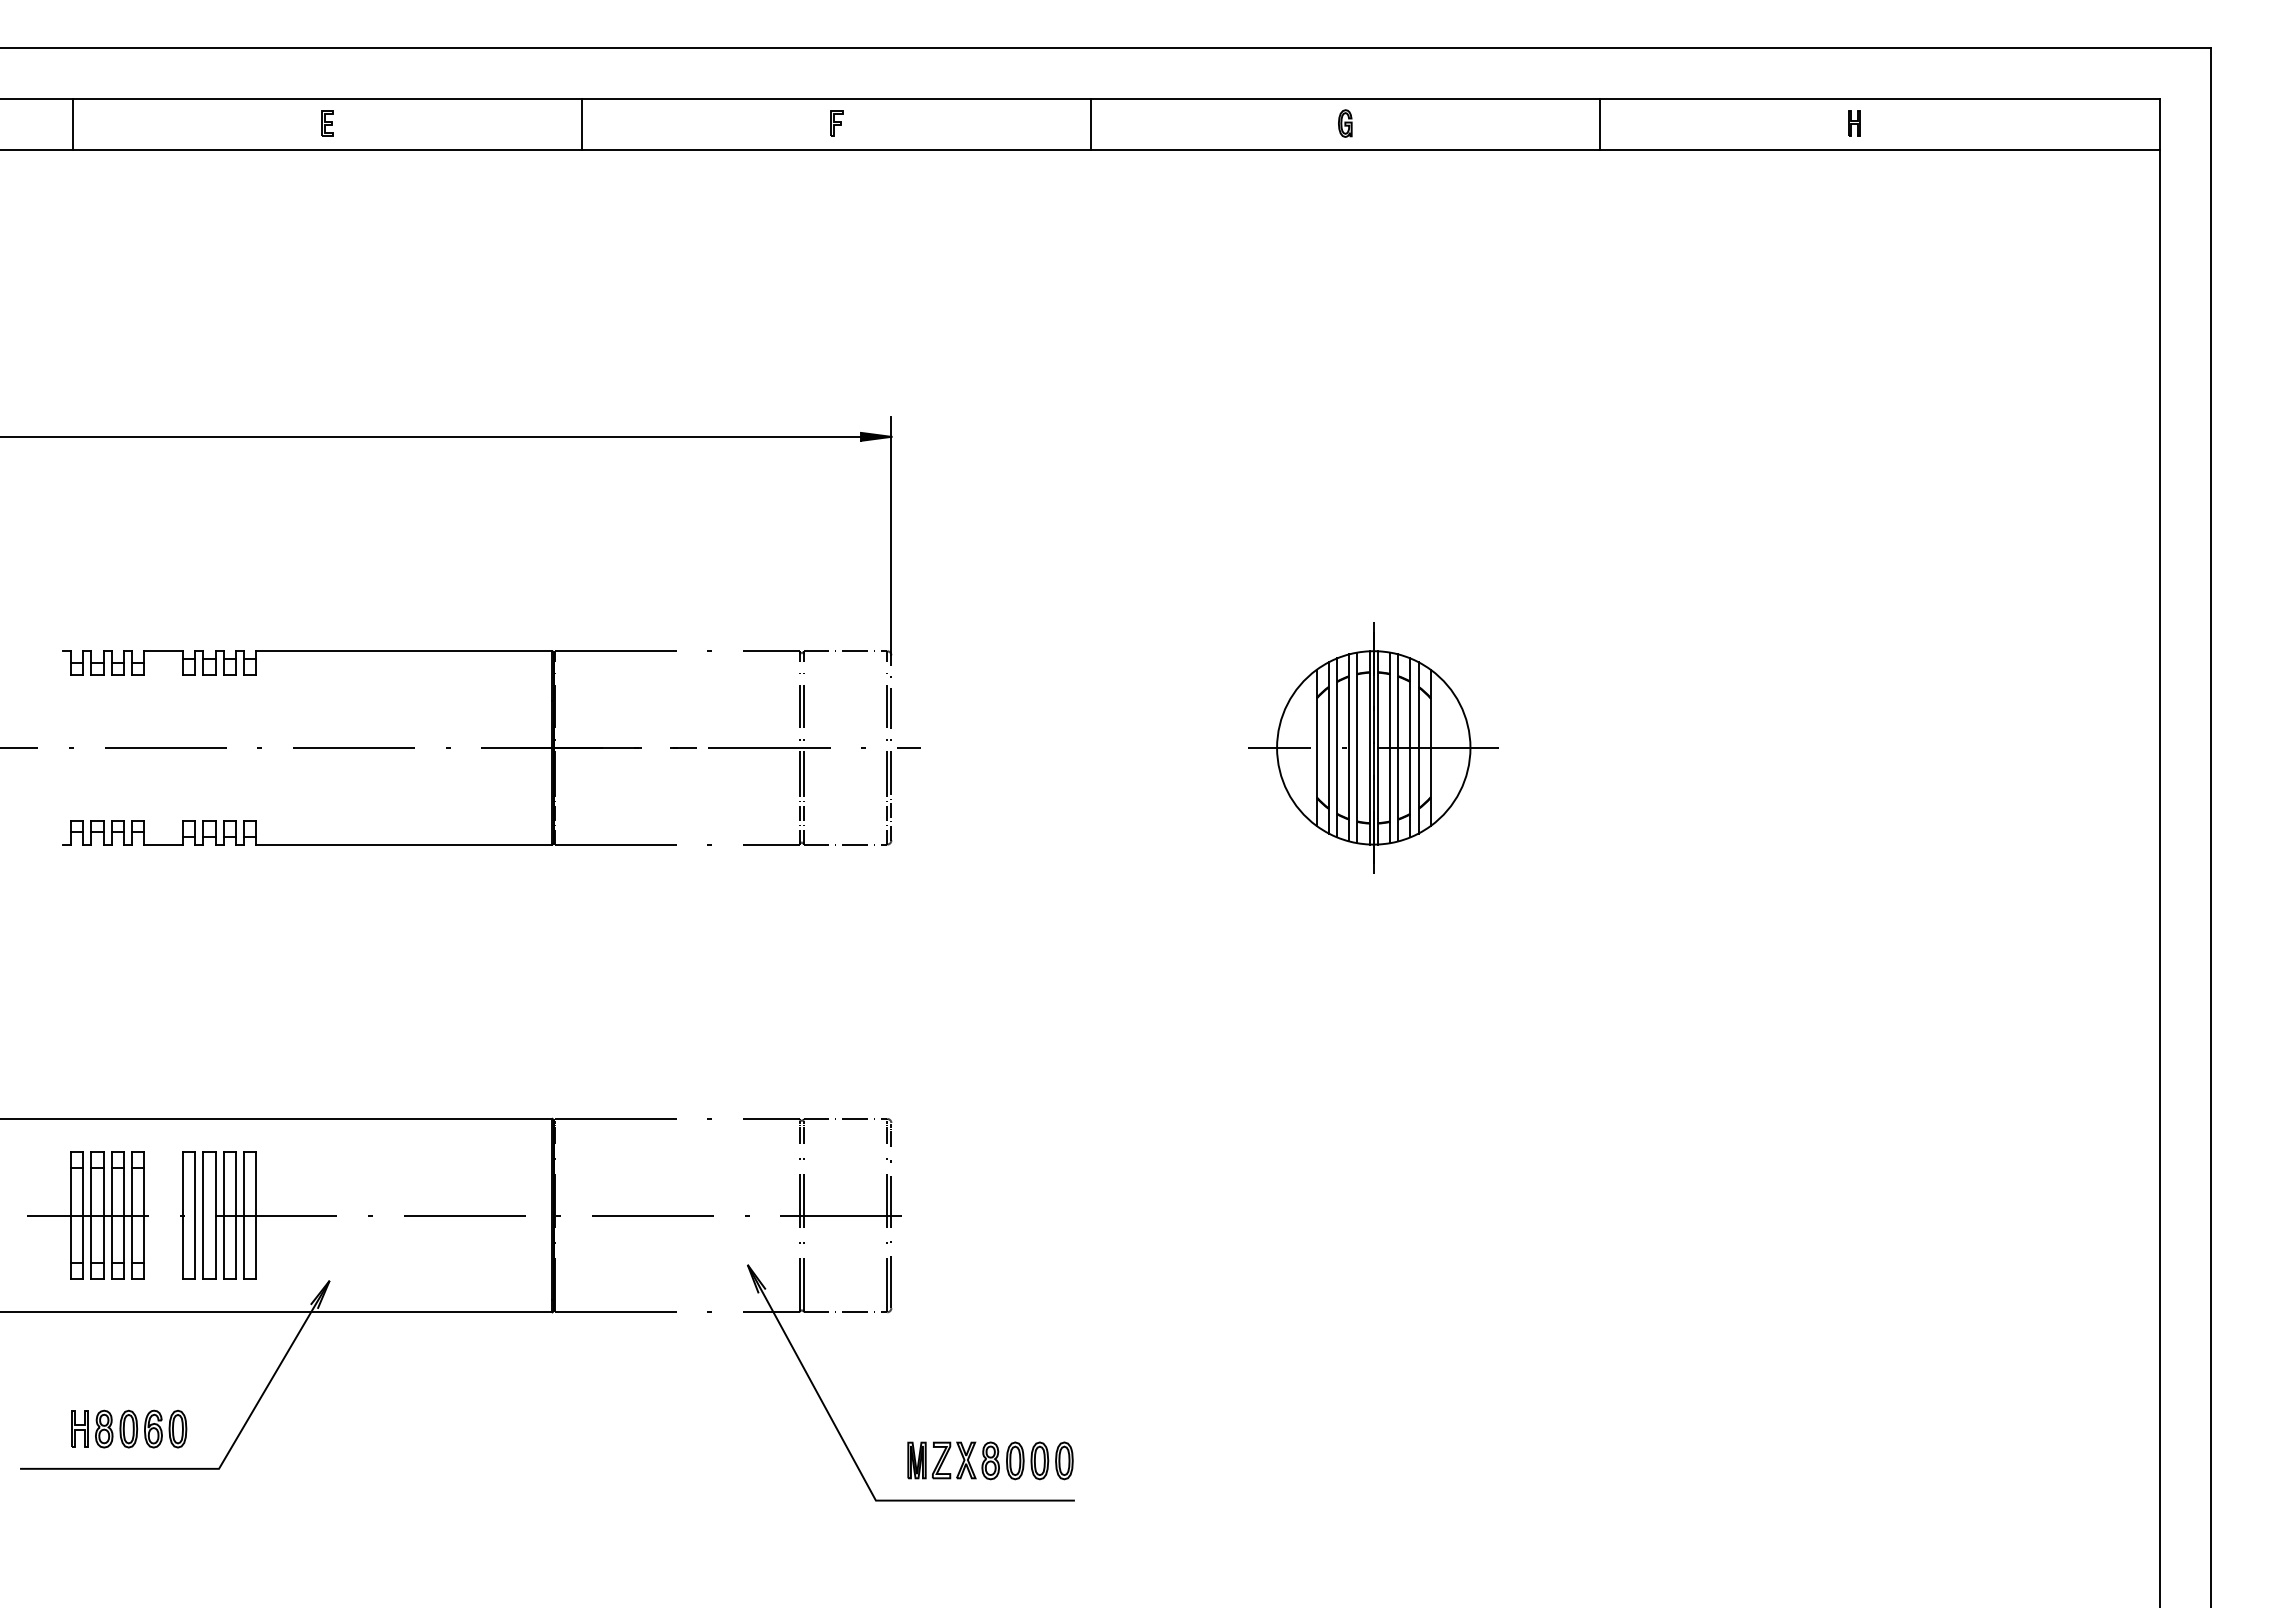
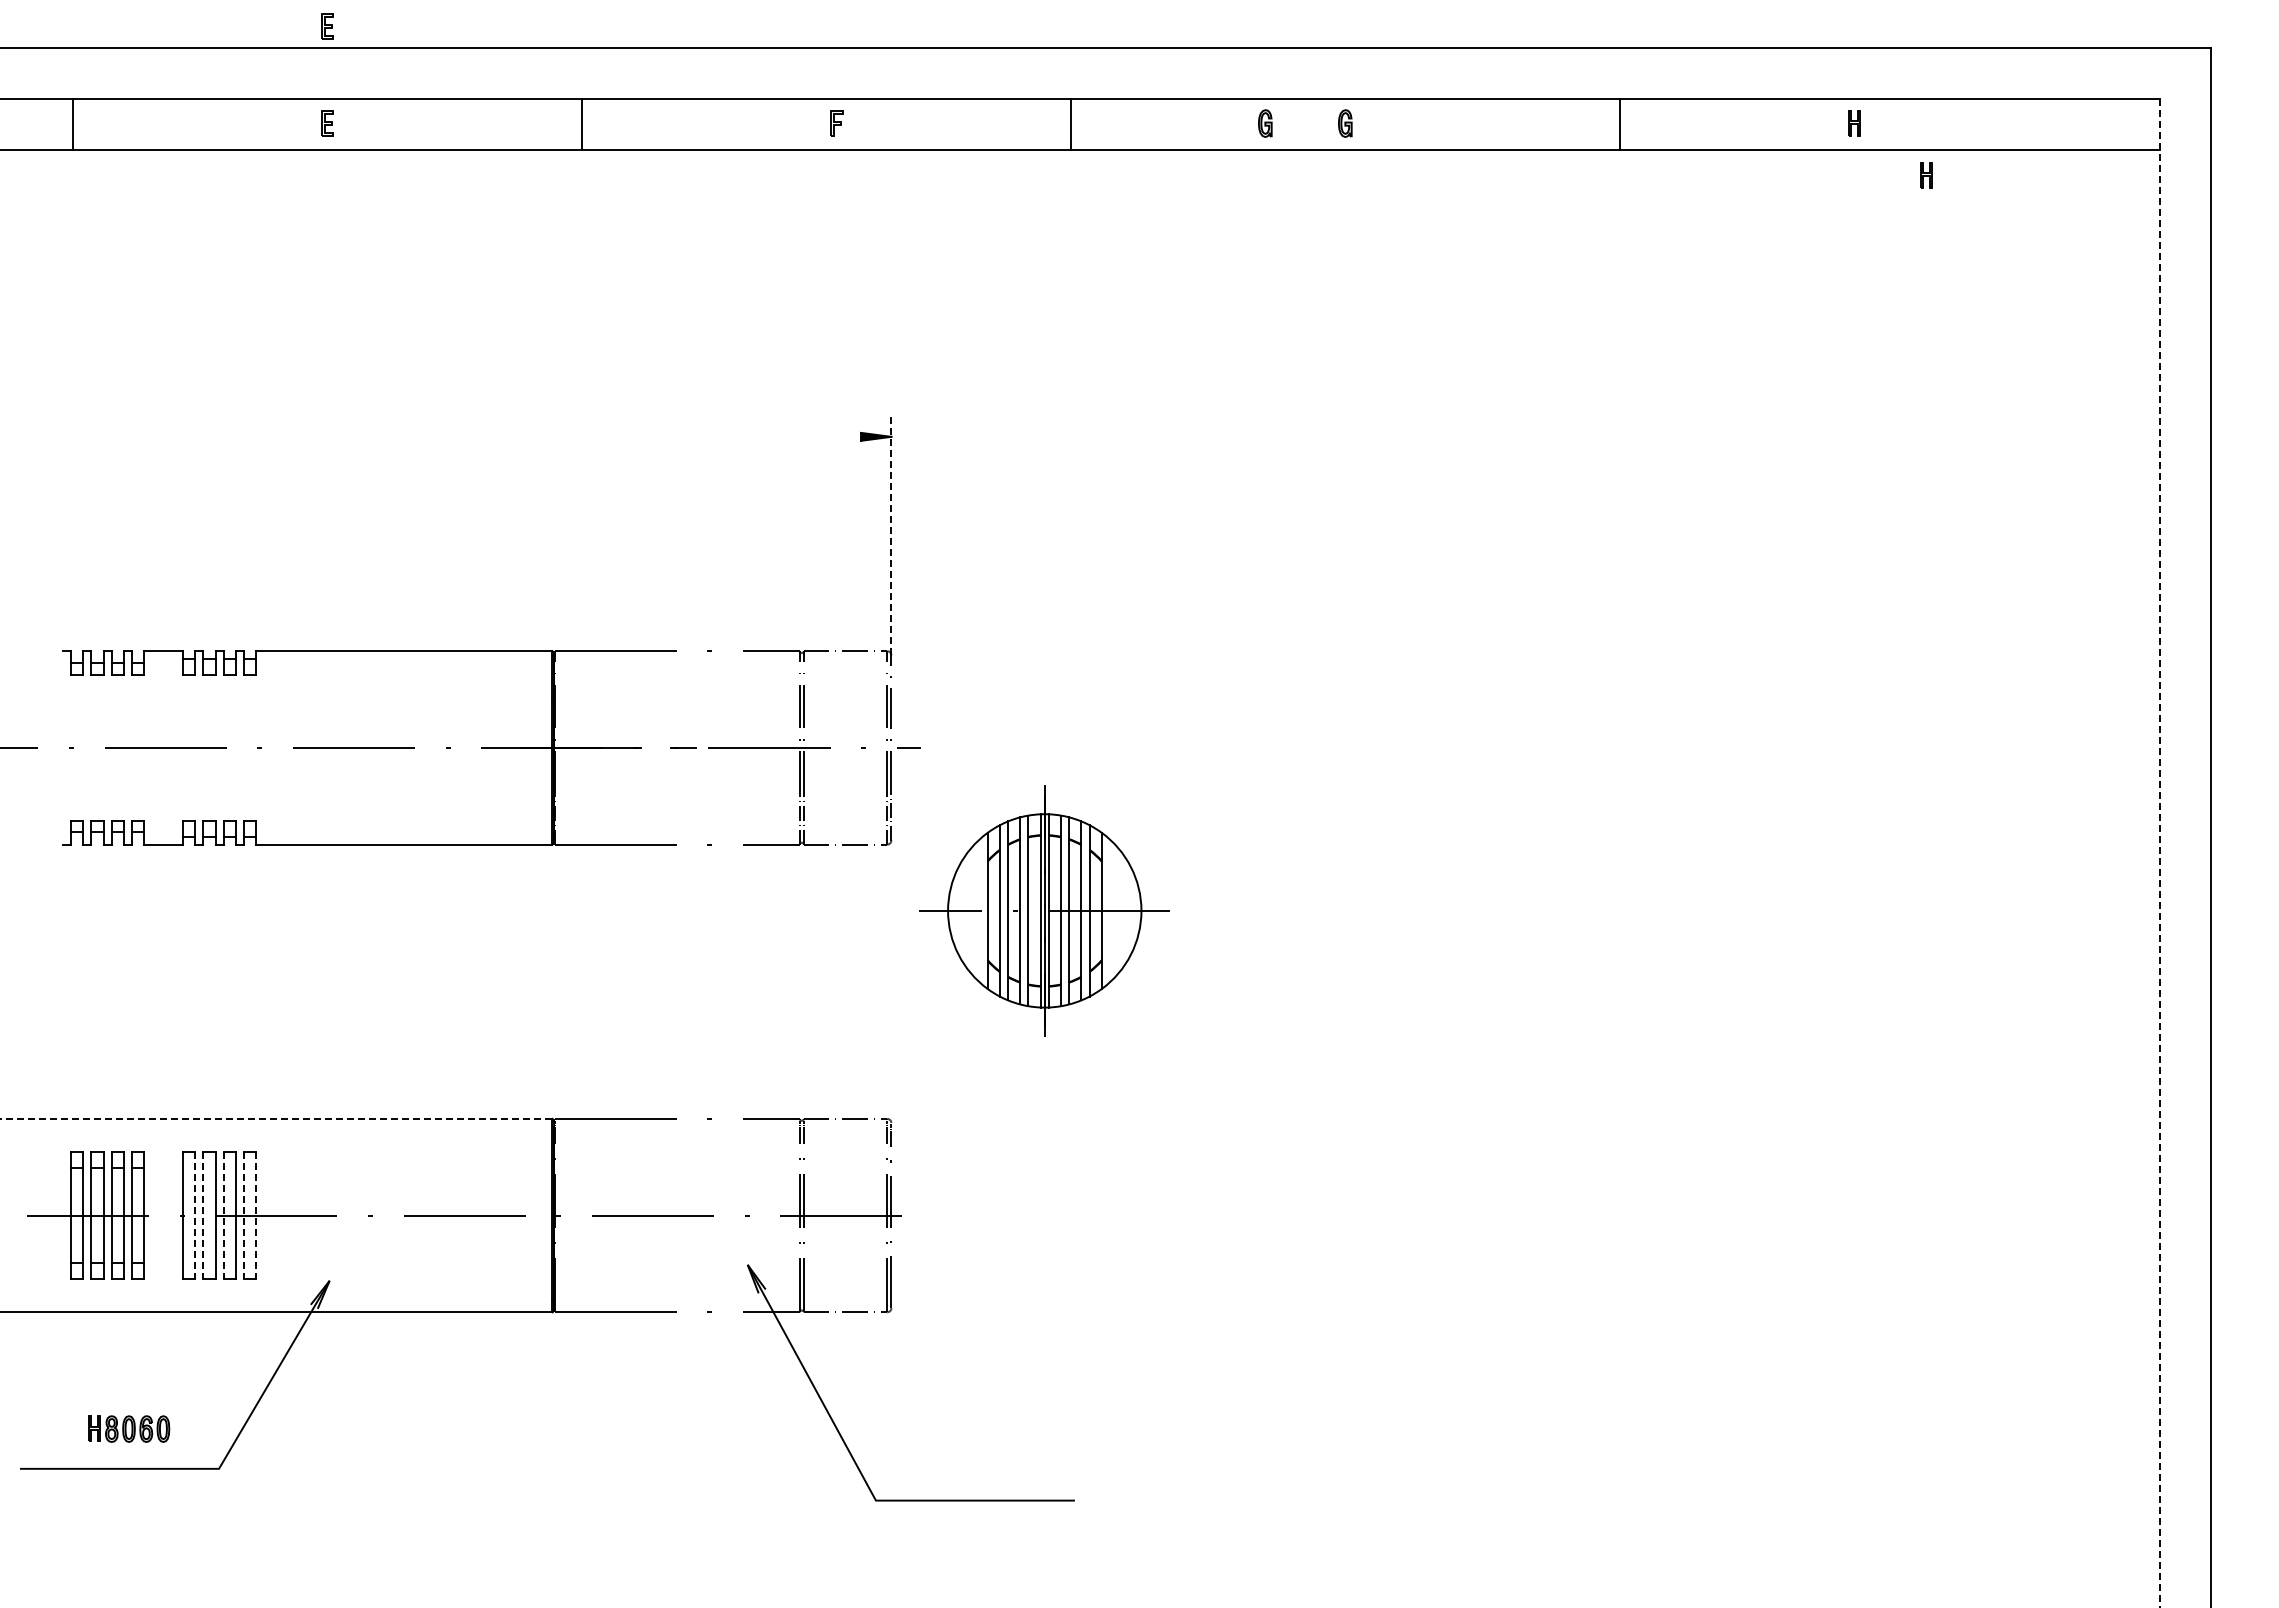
part at (327, 26): none -> present
part at (1265, 123): none -> present
line at (1091, 124) position: (1091, 124) -> (1071, 124)
line at (1599, 124) position: (1599, 124) -> (1619, 124)
part at (1926, 175): none -> present
line at (431, 436): present -> none
line at (891, 535): solid -> dashed
part at (1373, 747) position: (1373, 747) -> (1044, 910)
line at (2159, 853): solid -> dashed
line at (276, 1118): solid -> dashed
line at (195, 1215): solid -> dashed
line at (203, 1215): solid -> dashed
line at (223, 1215): solid -> dashed
line at (244, 1215): solid -> dashed
line at (256, 1215): solid -> dashed
part at (129, 1428) size: 117x40 px -> 83x28 px
part at (990, 1460): present -> none
